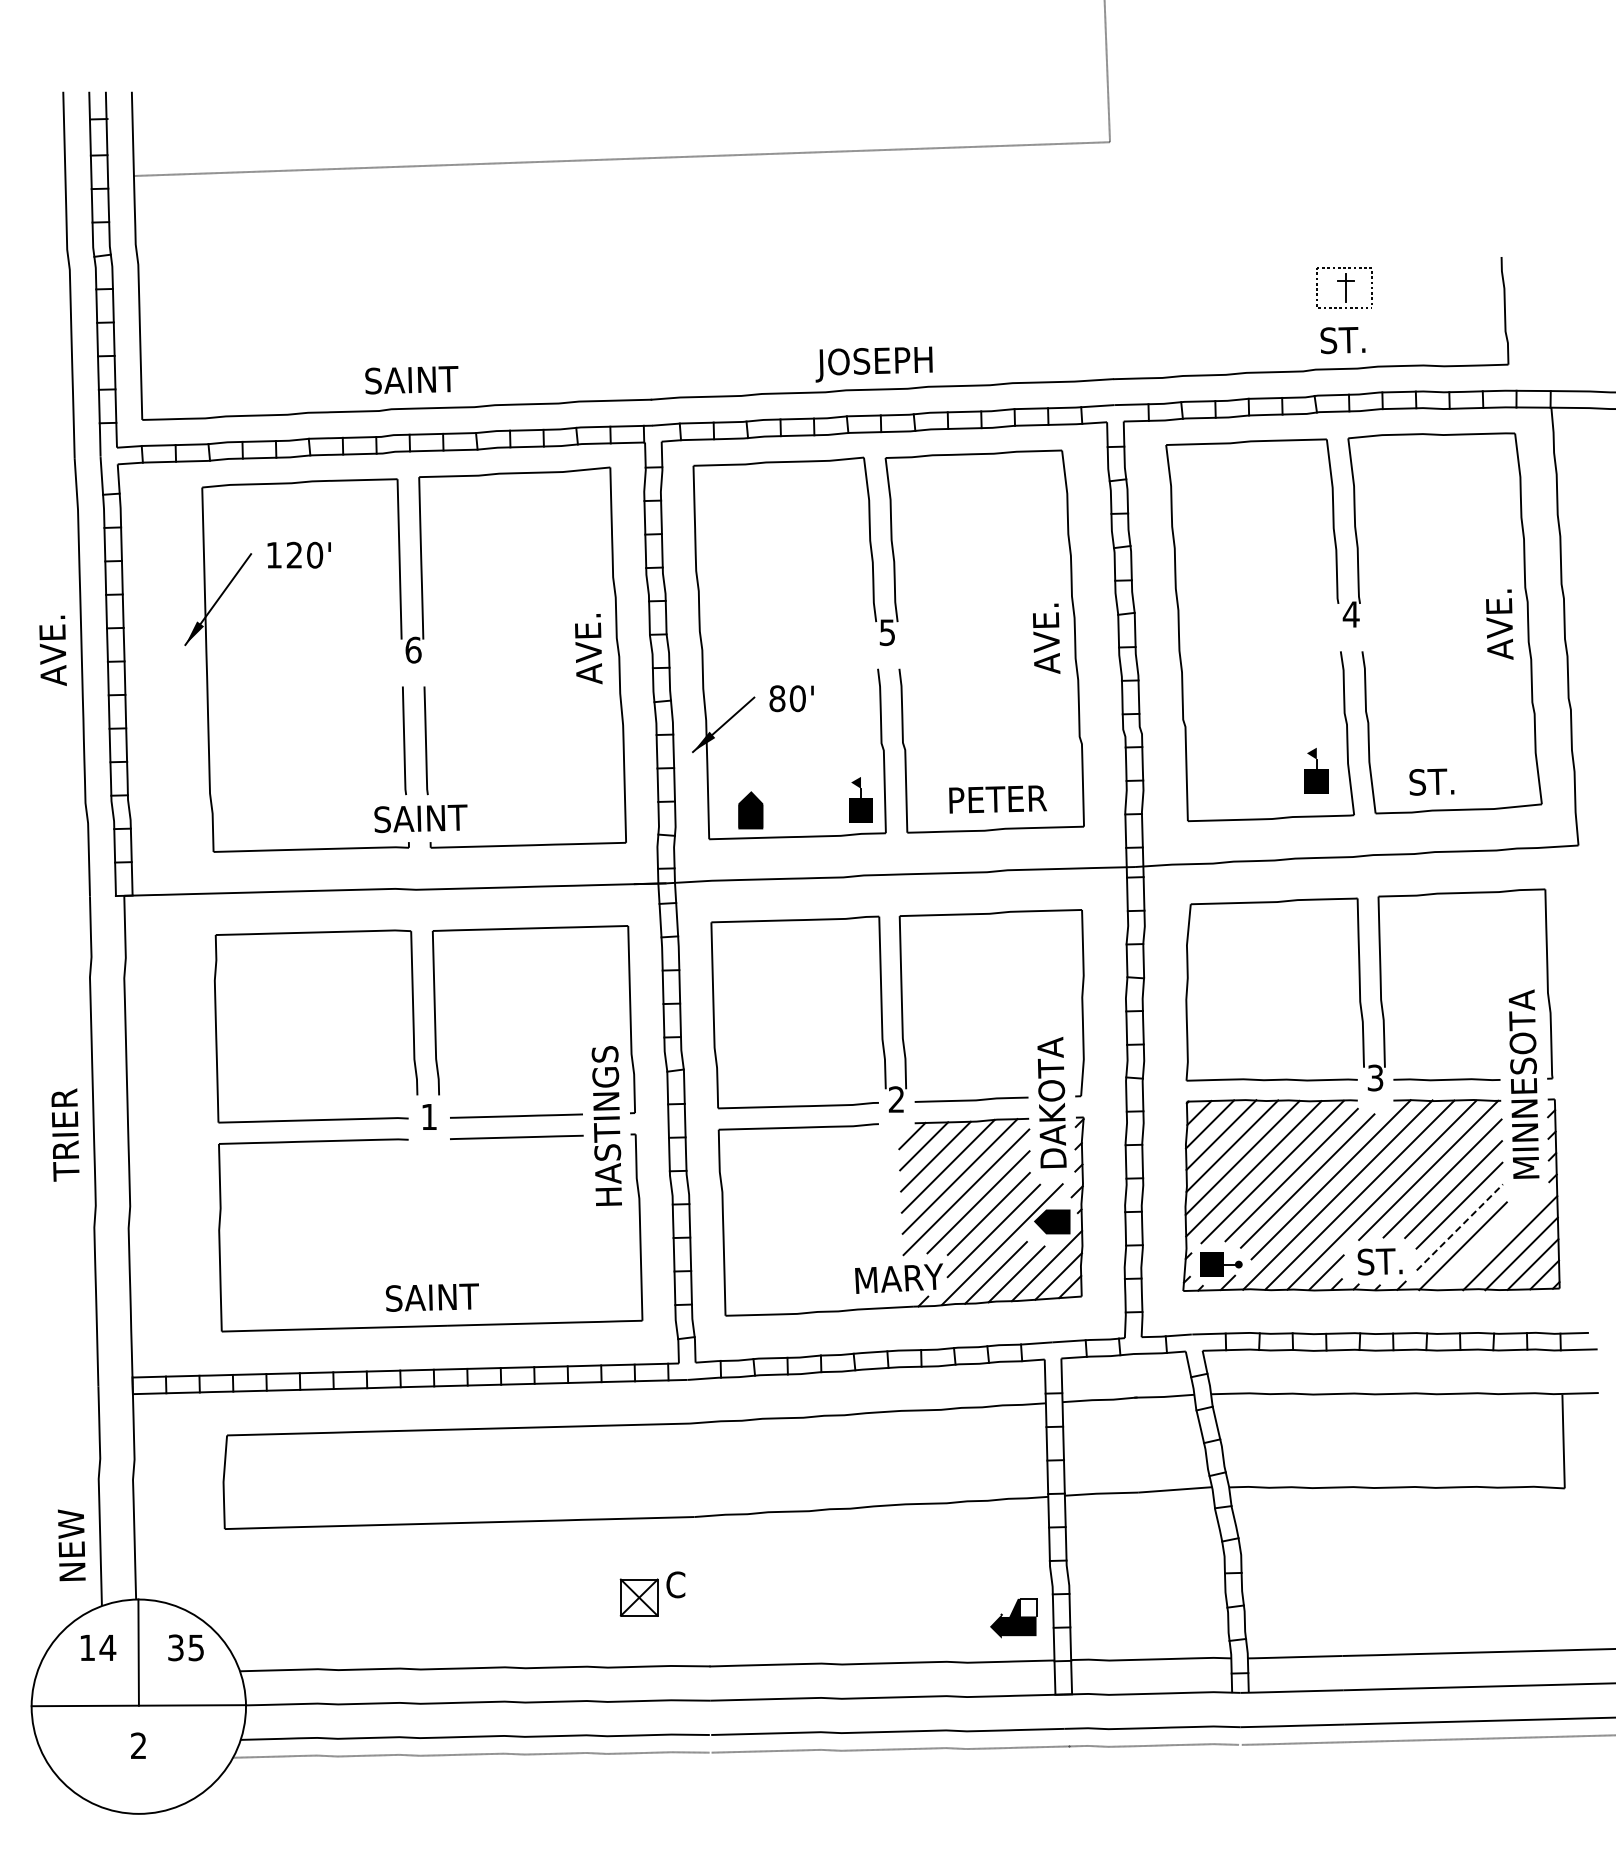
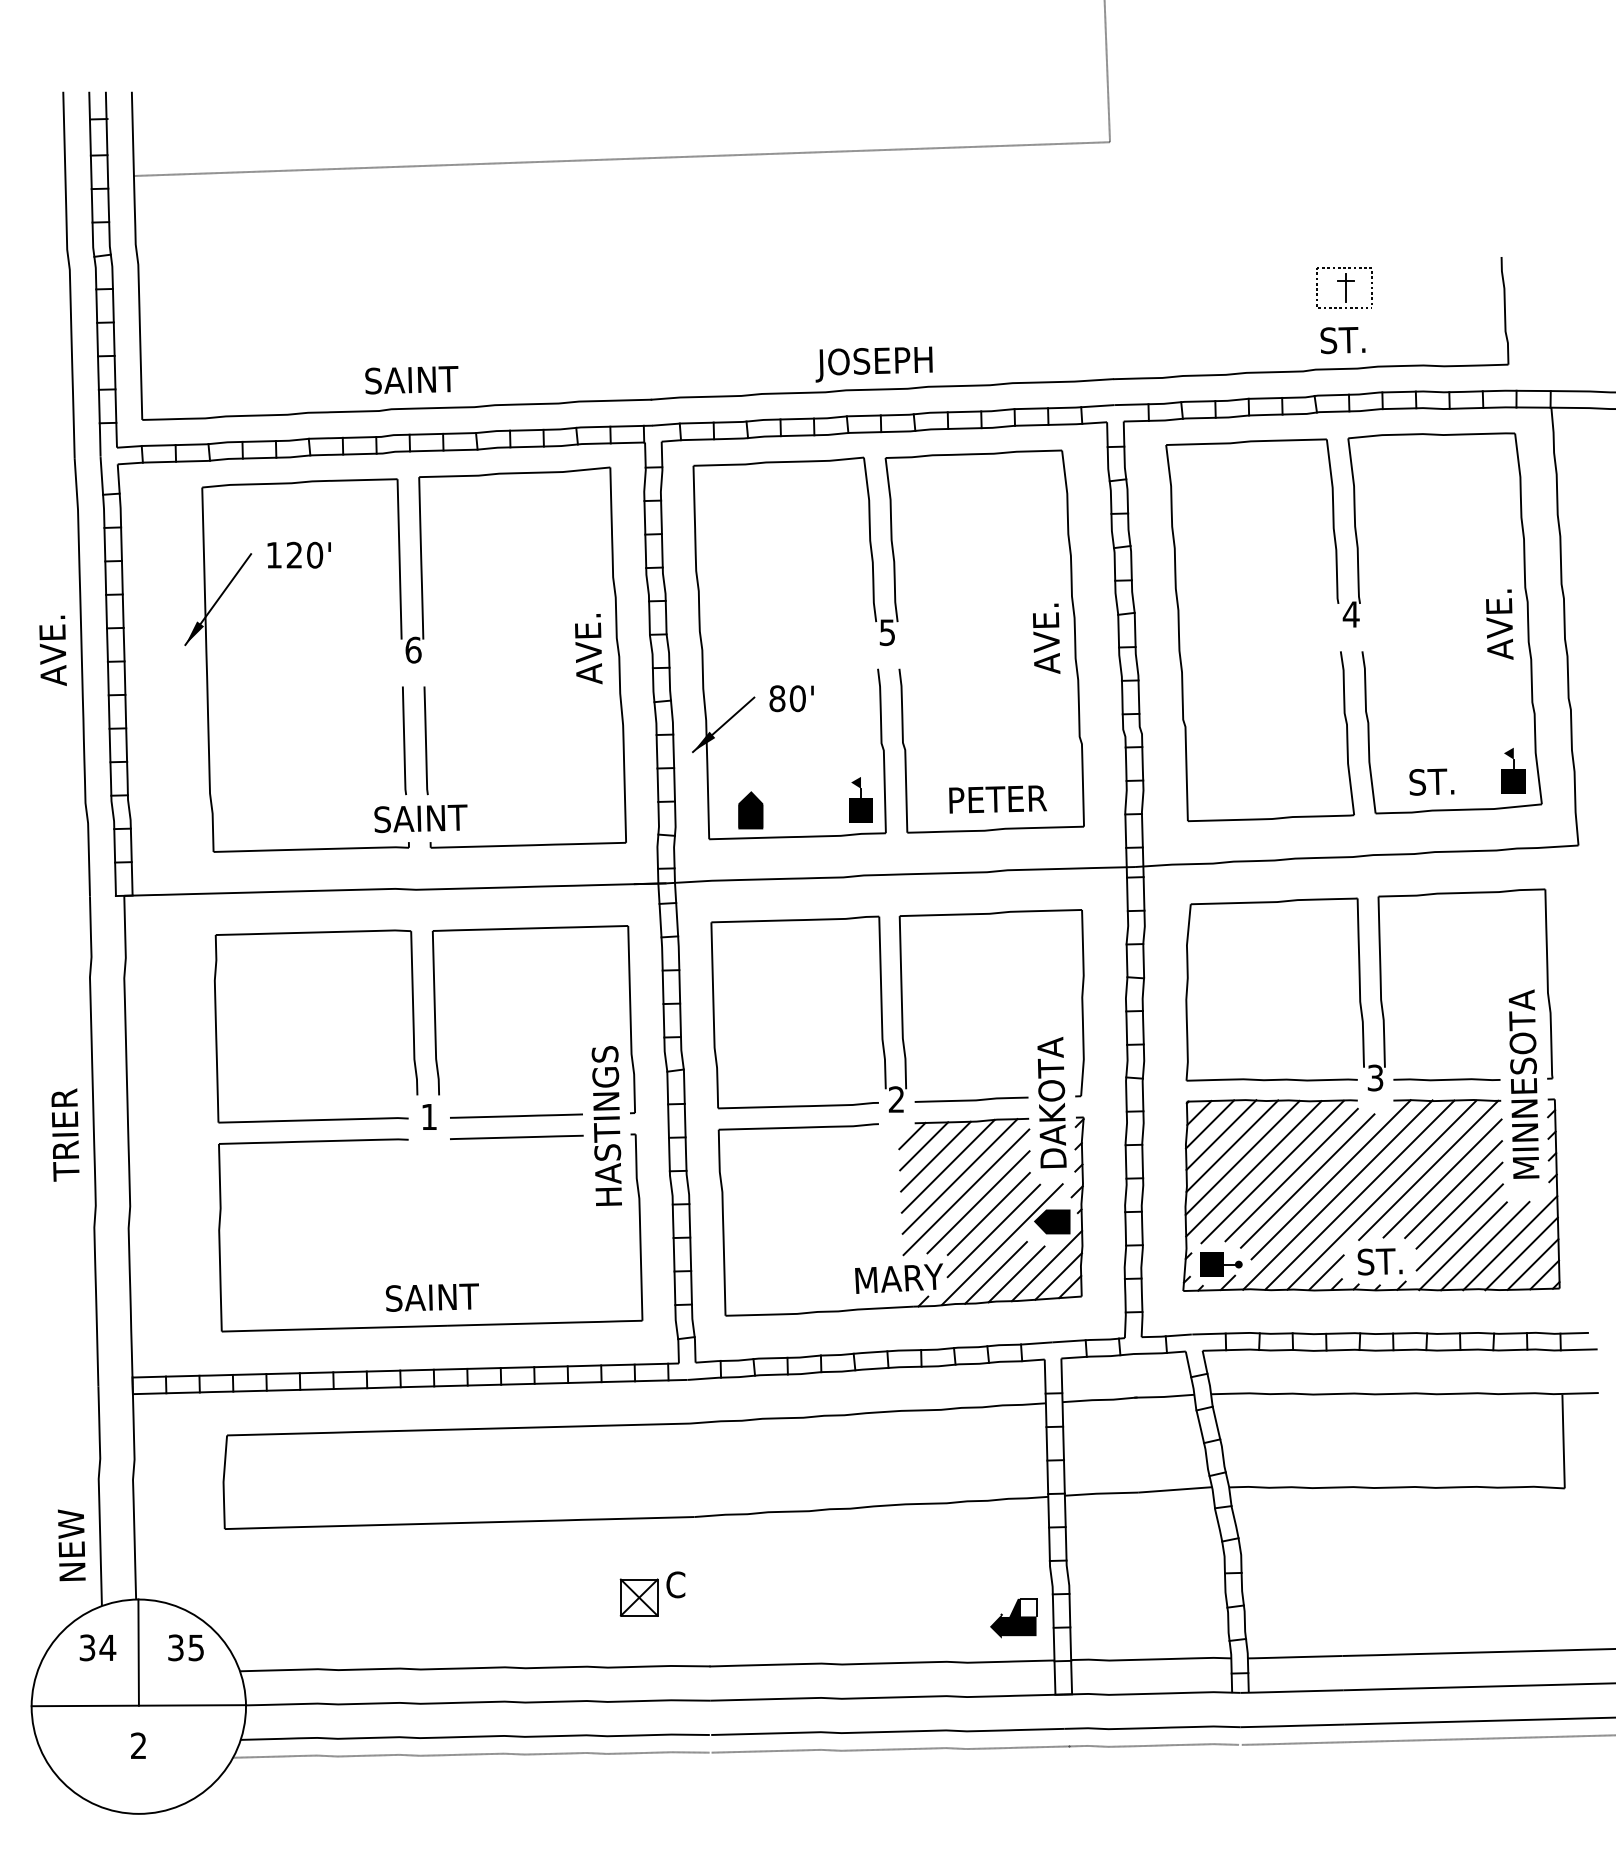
part at (1316, 770) position: (1316, 770) -> (1513, 770)
line at (1459, 1227): dashed -> solid
line at (1485, 1245): none -> present
text at (87, 1647): 14 -> 34
